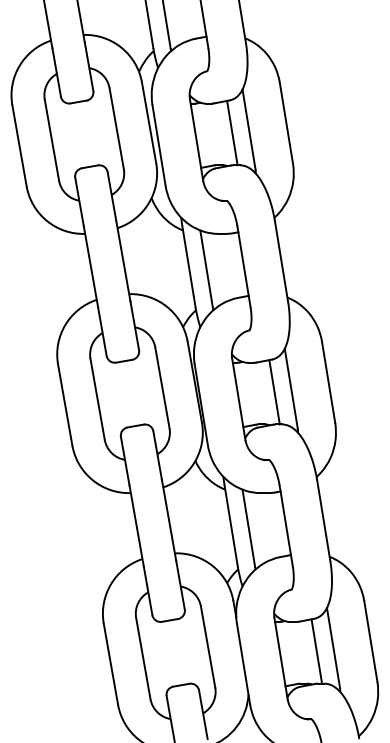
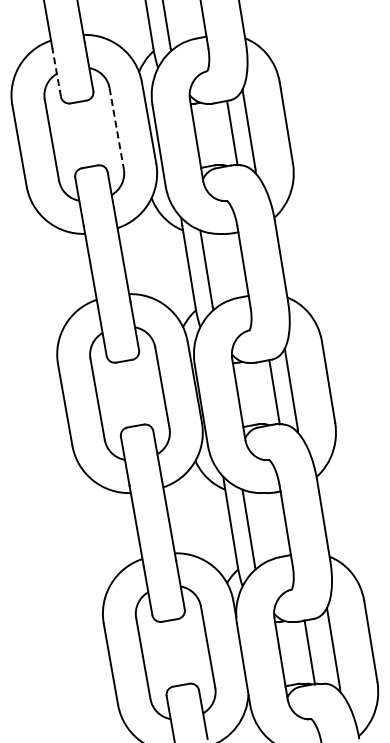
line at (56, 72): solid -> dashed
line at (116, 129): solid -> dashed
line at (316, 651) position: (316, 651) -> (309, 652)
